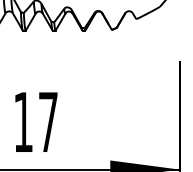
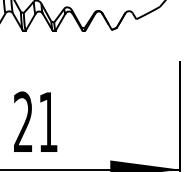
text at (35, 121): 17 -> 21
